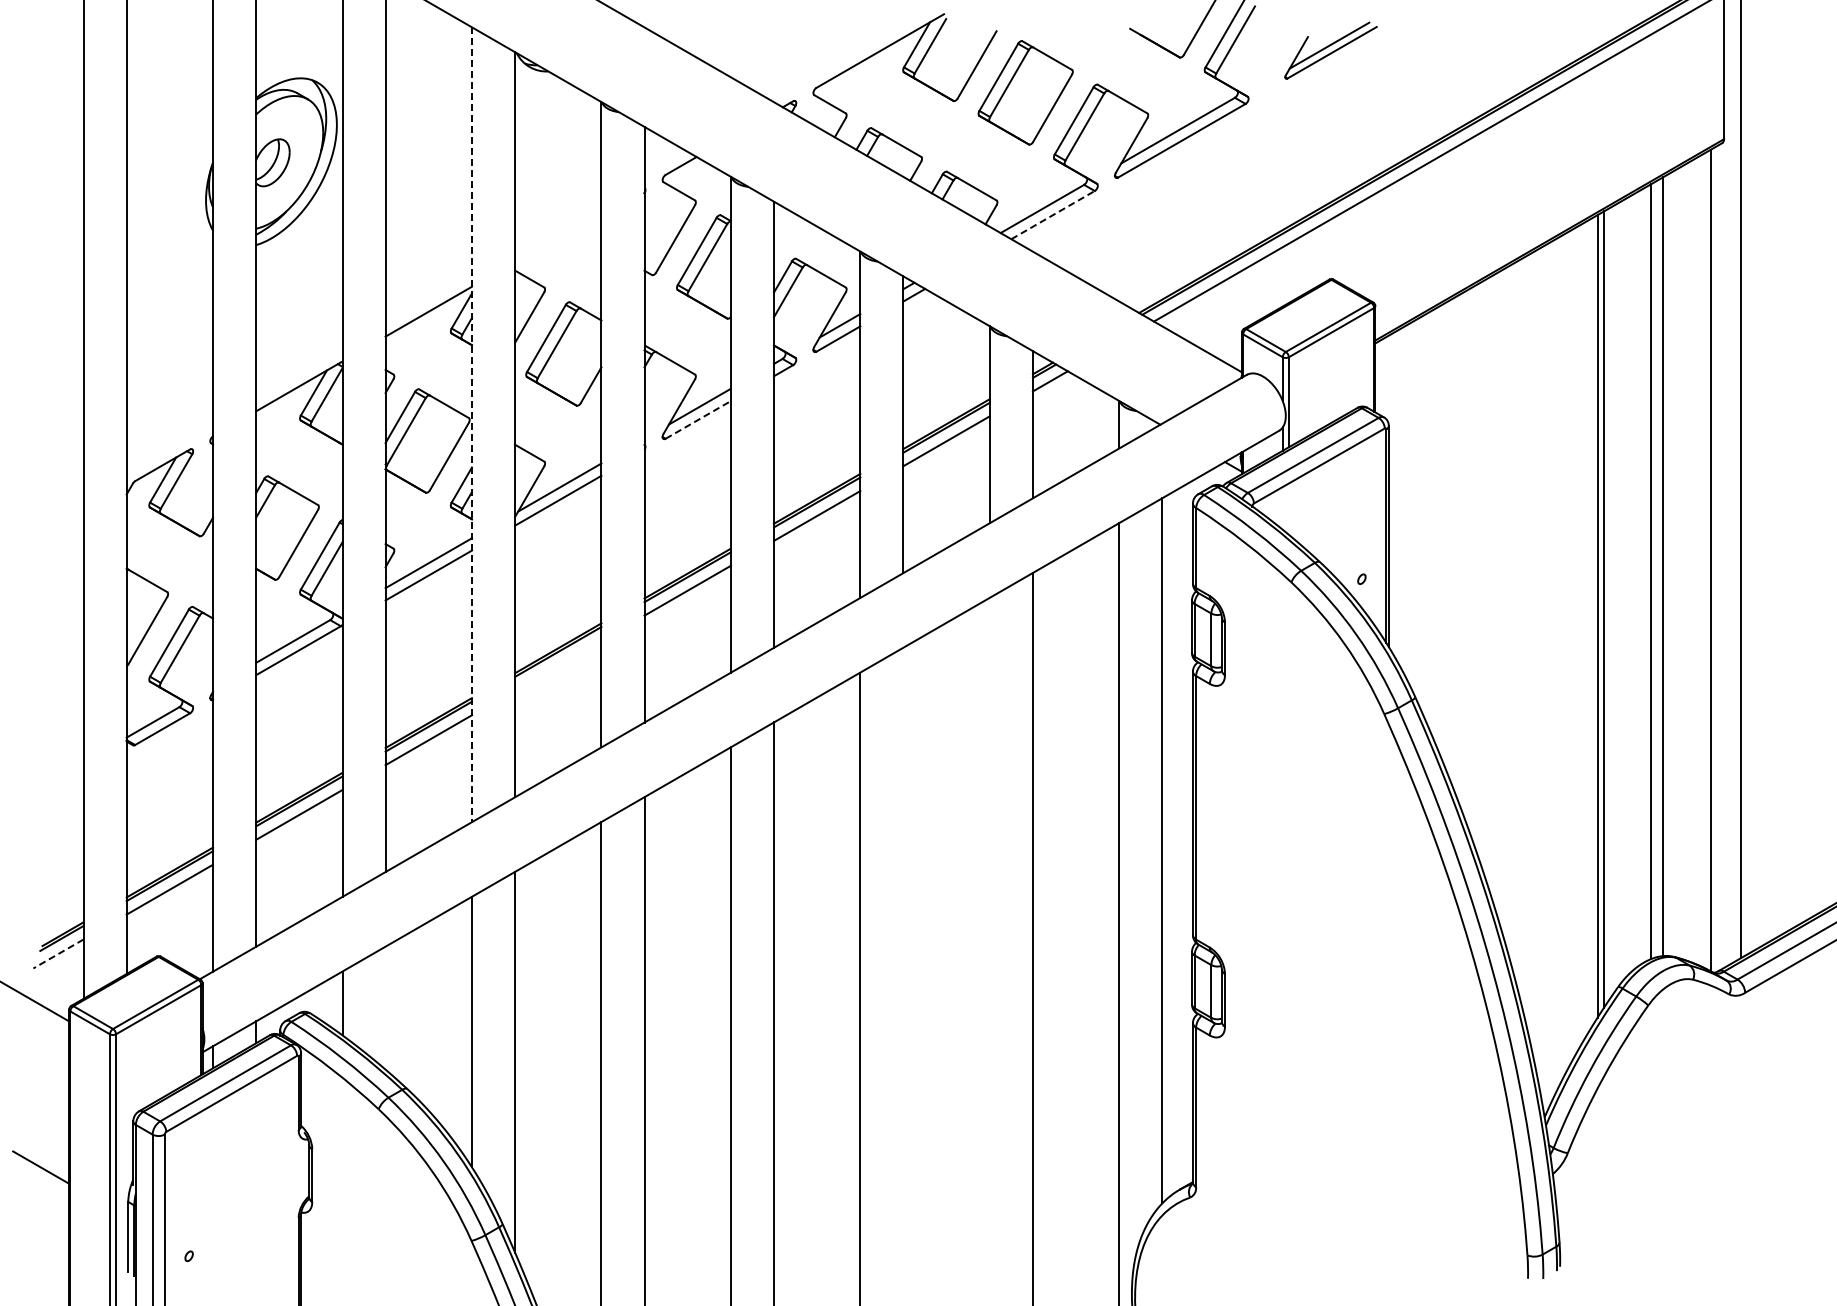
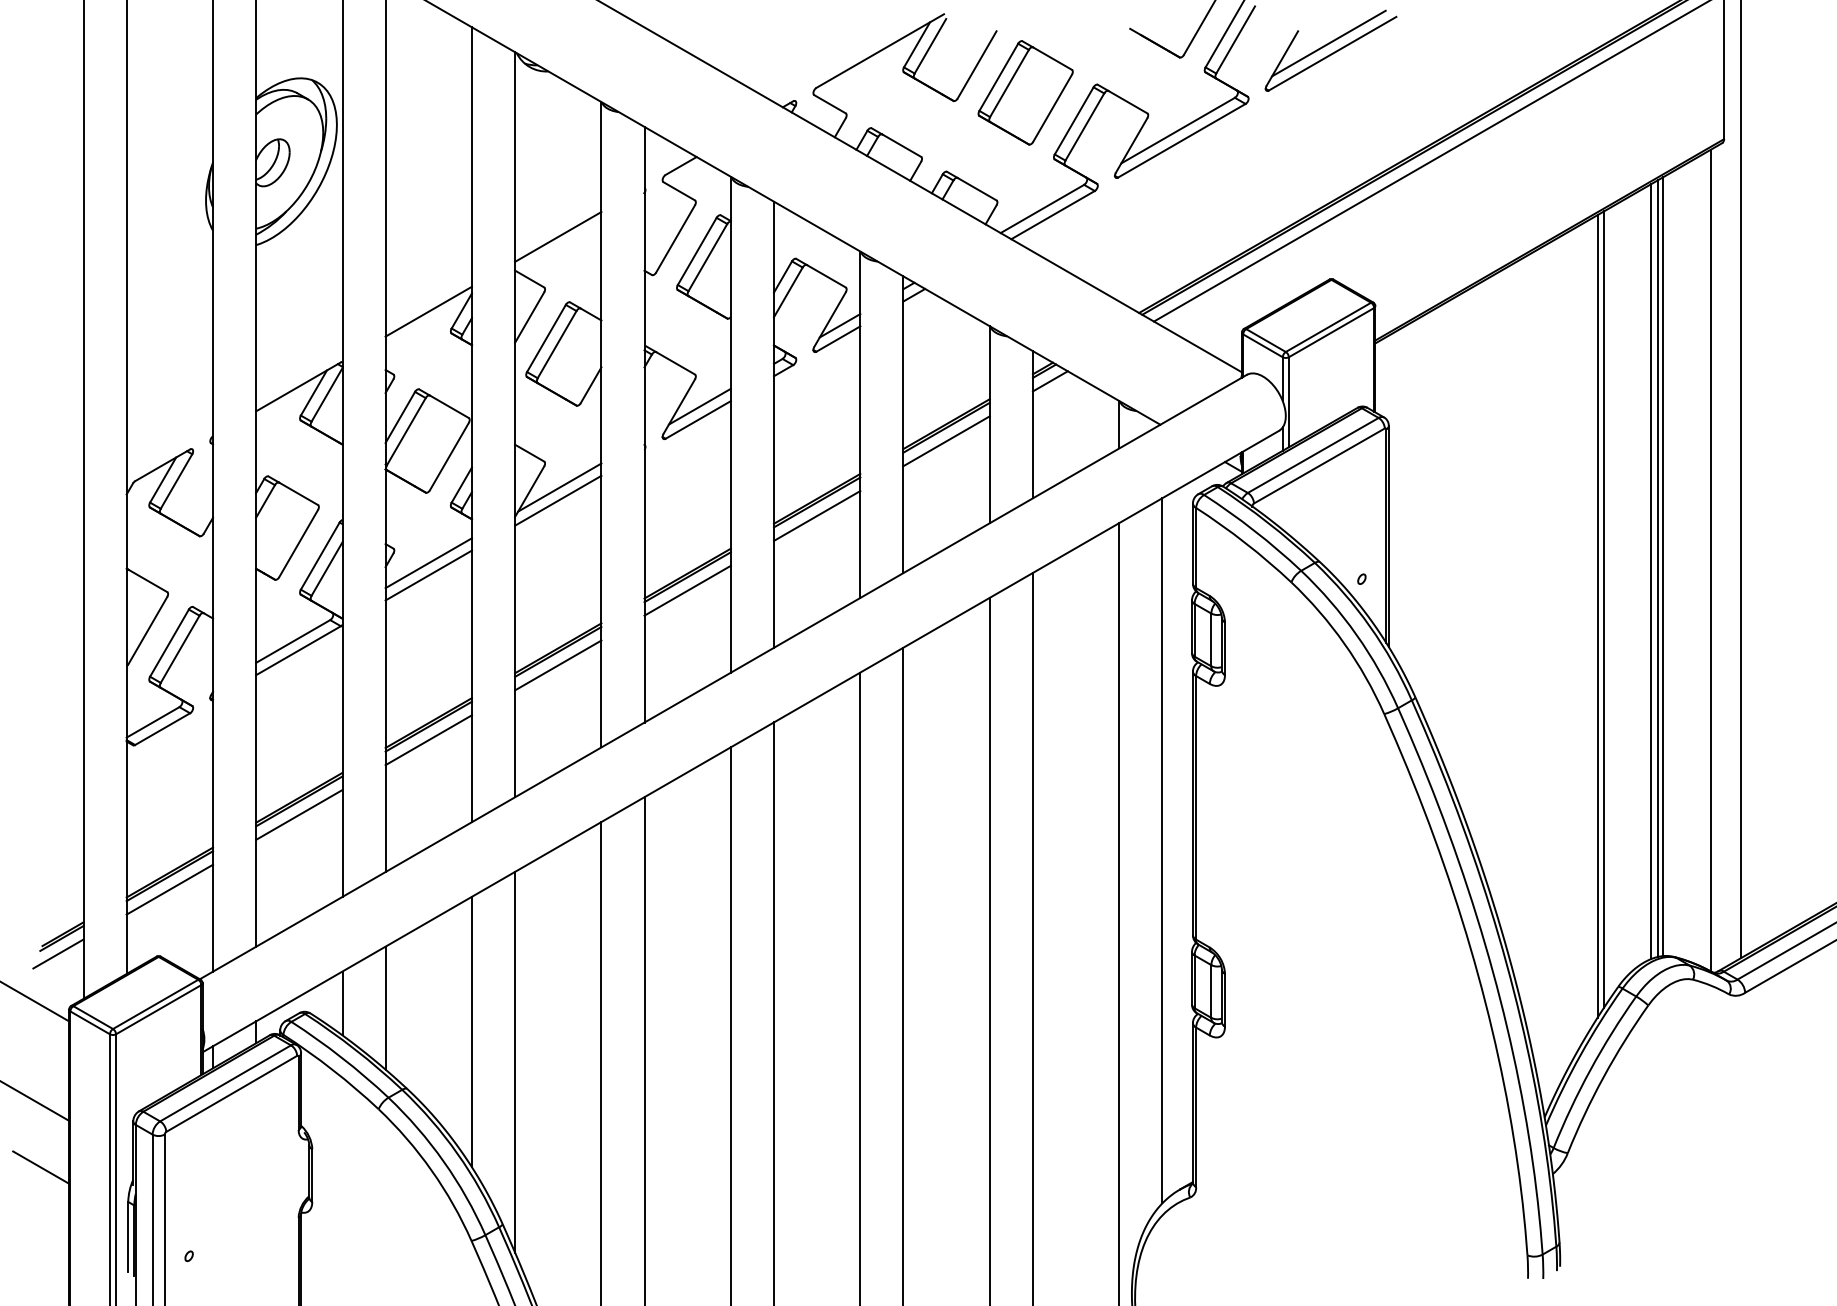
part at (1330, 50) size: 94x59 px -> 134x83 px
line at (1053, 214): dashed -> solid
line at (558, 236): none -> present
line at (698, 419): dashed -> solid
line at (471, 425): dashed -> solid
line at (1658, 568): none -> present
line at (558, 665): none -> present
line at (989, 949): none -> present
line at (58, 954): dashed -> solid
line at (903, 974): none -> present
line at (385, 1007): none -> present
line at (35, 1101): none -> present
